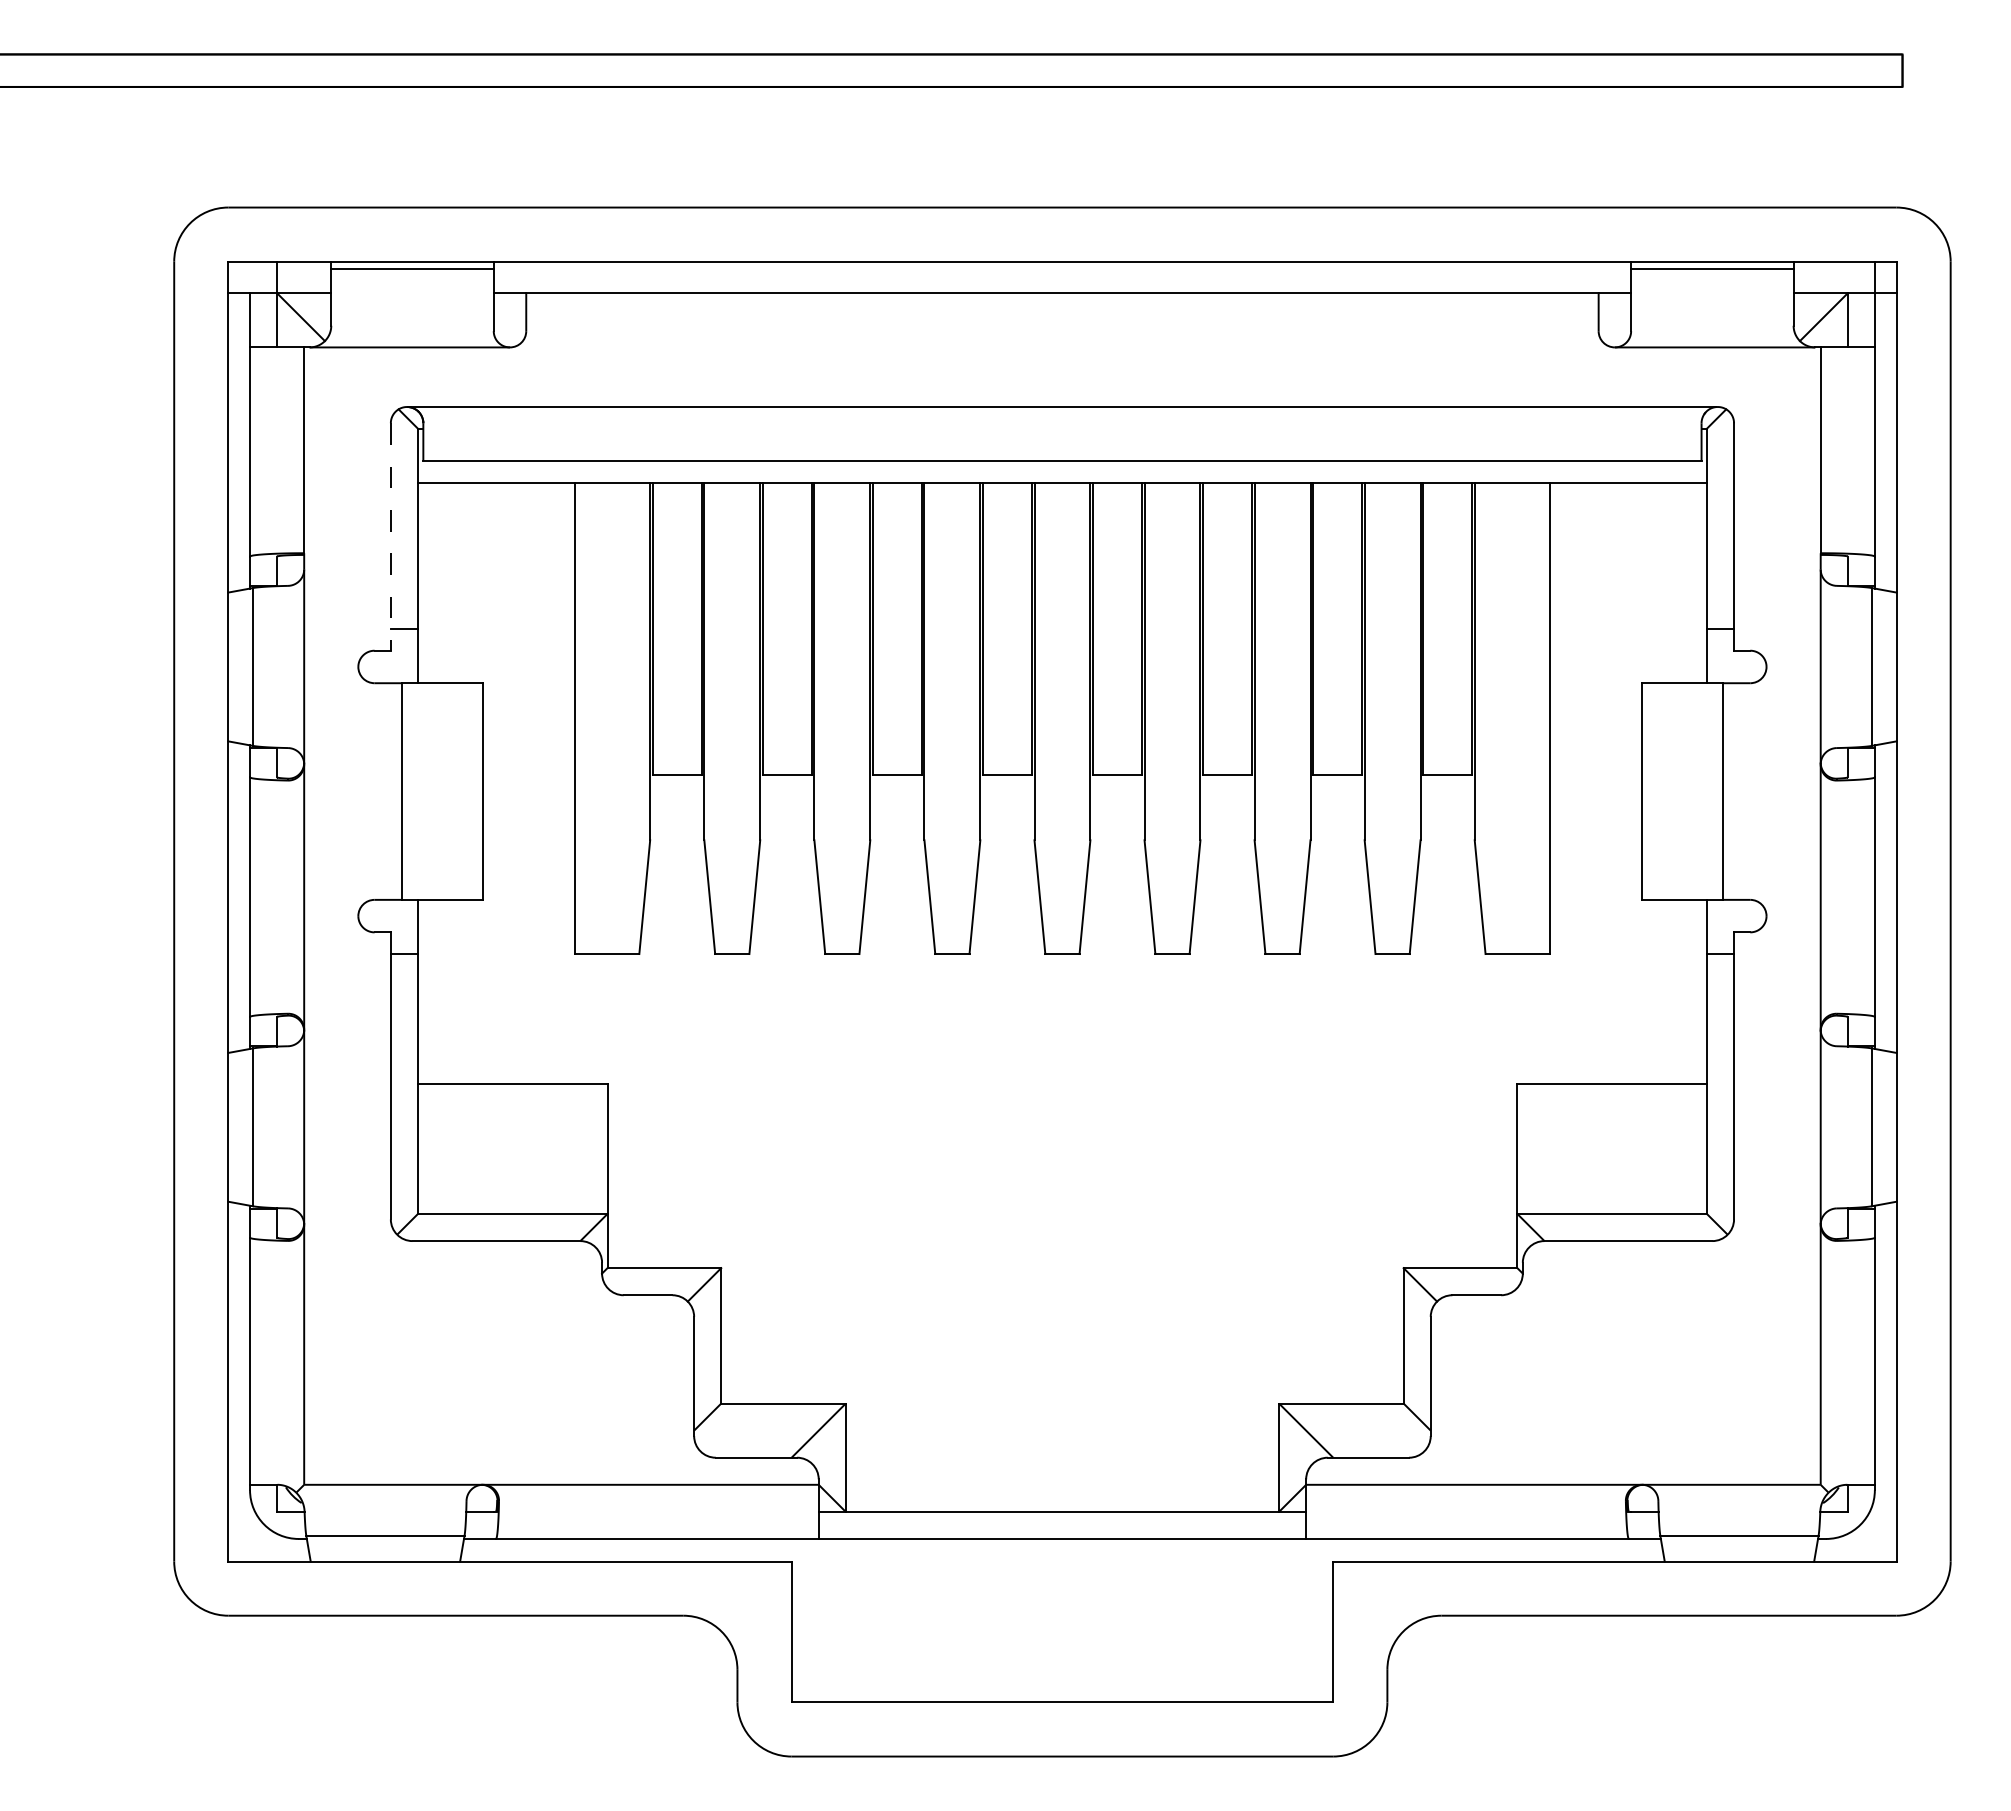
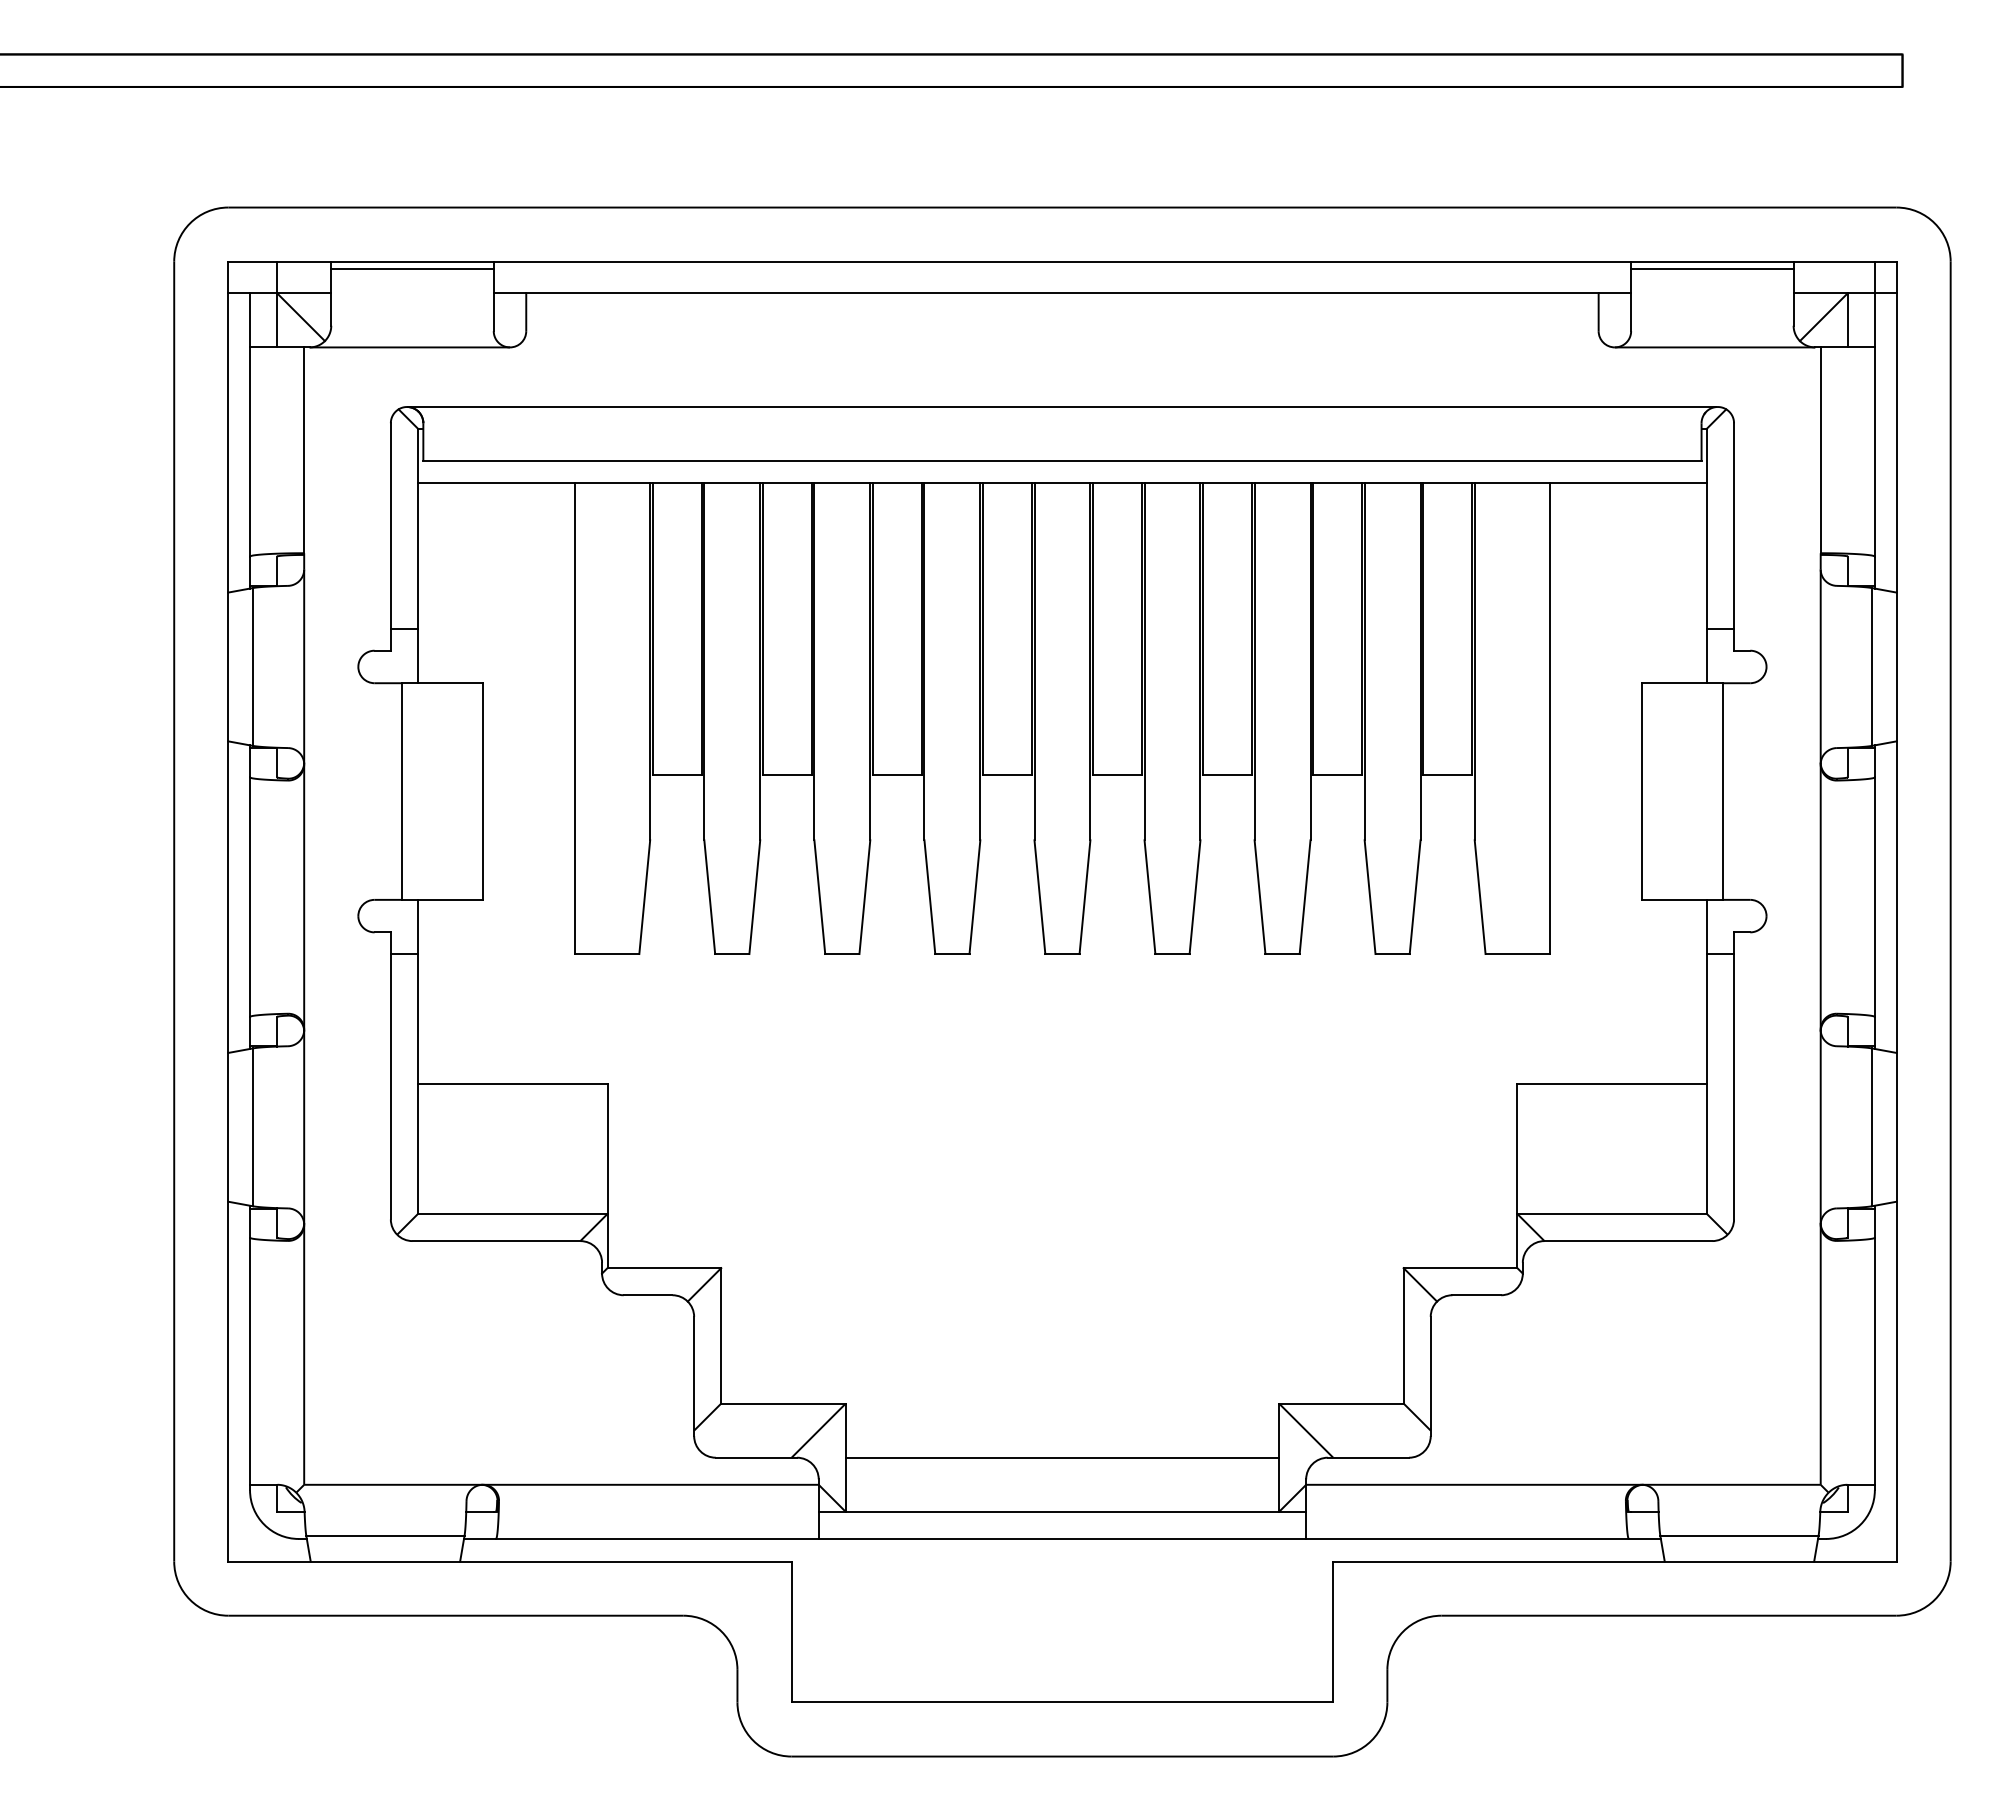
line at (390, 536): dashed -> solid
line at (1062, 1457): none -> present
